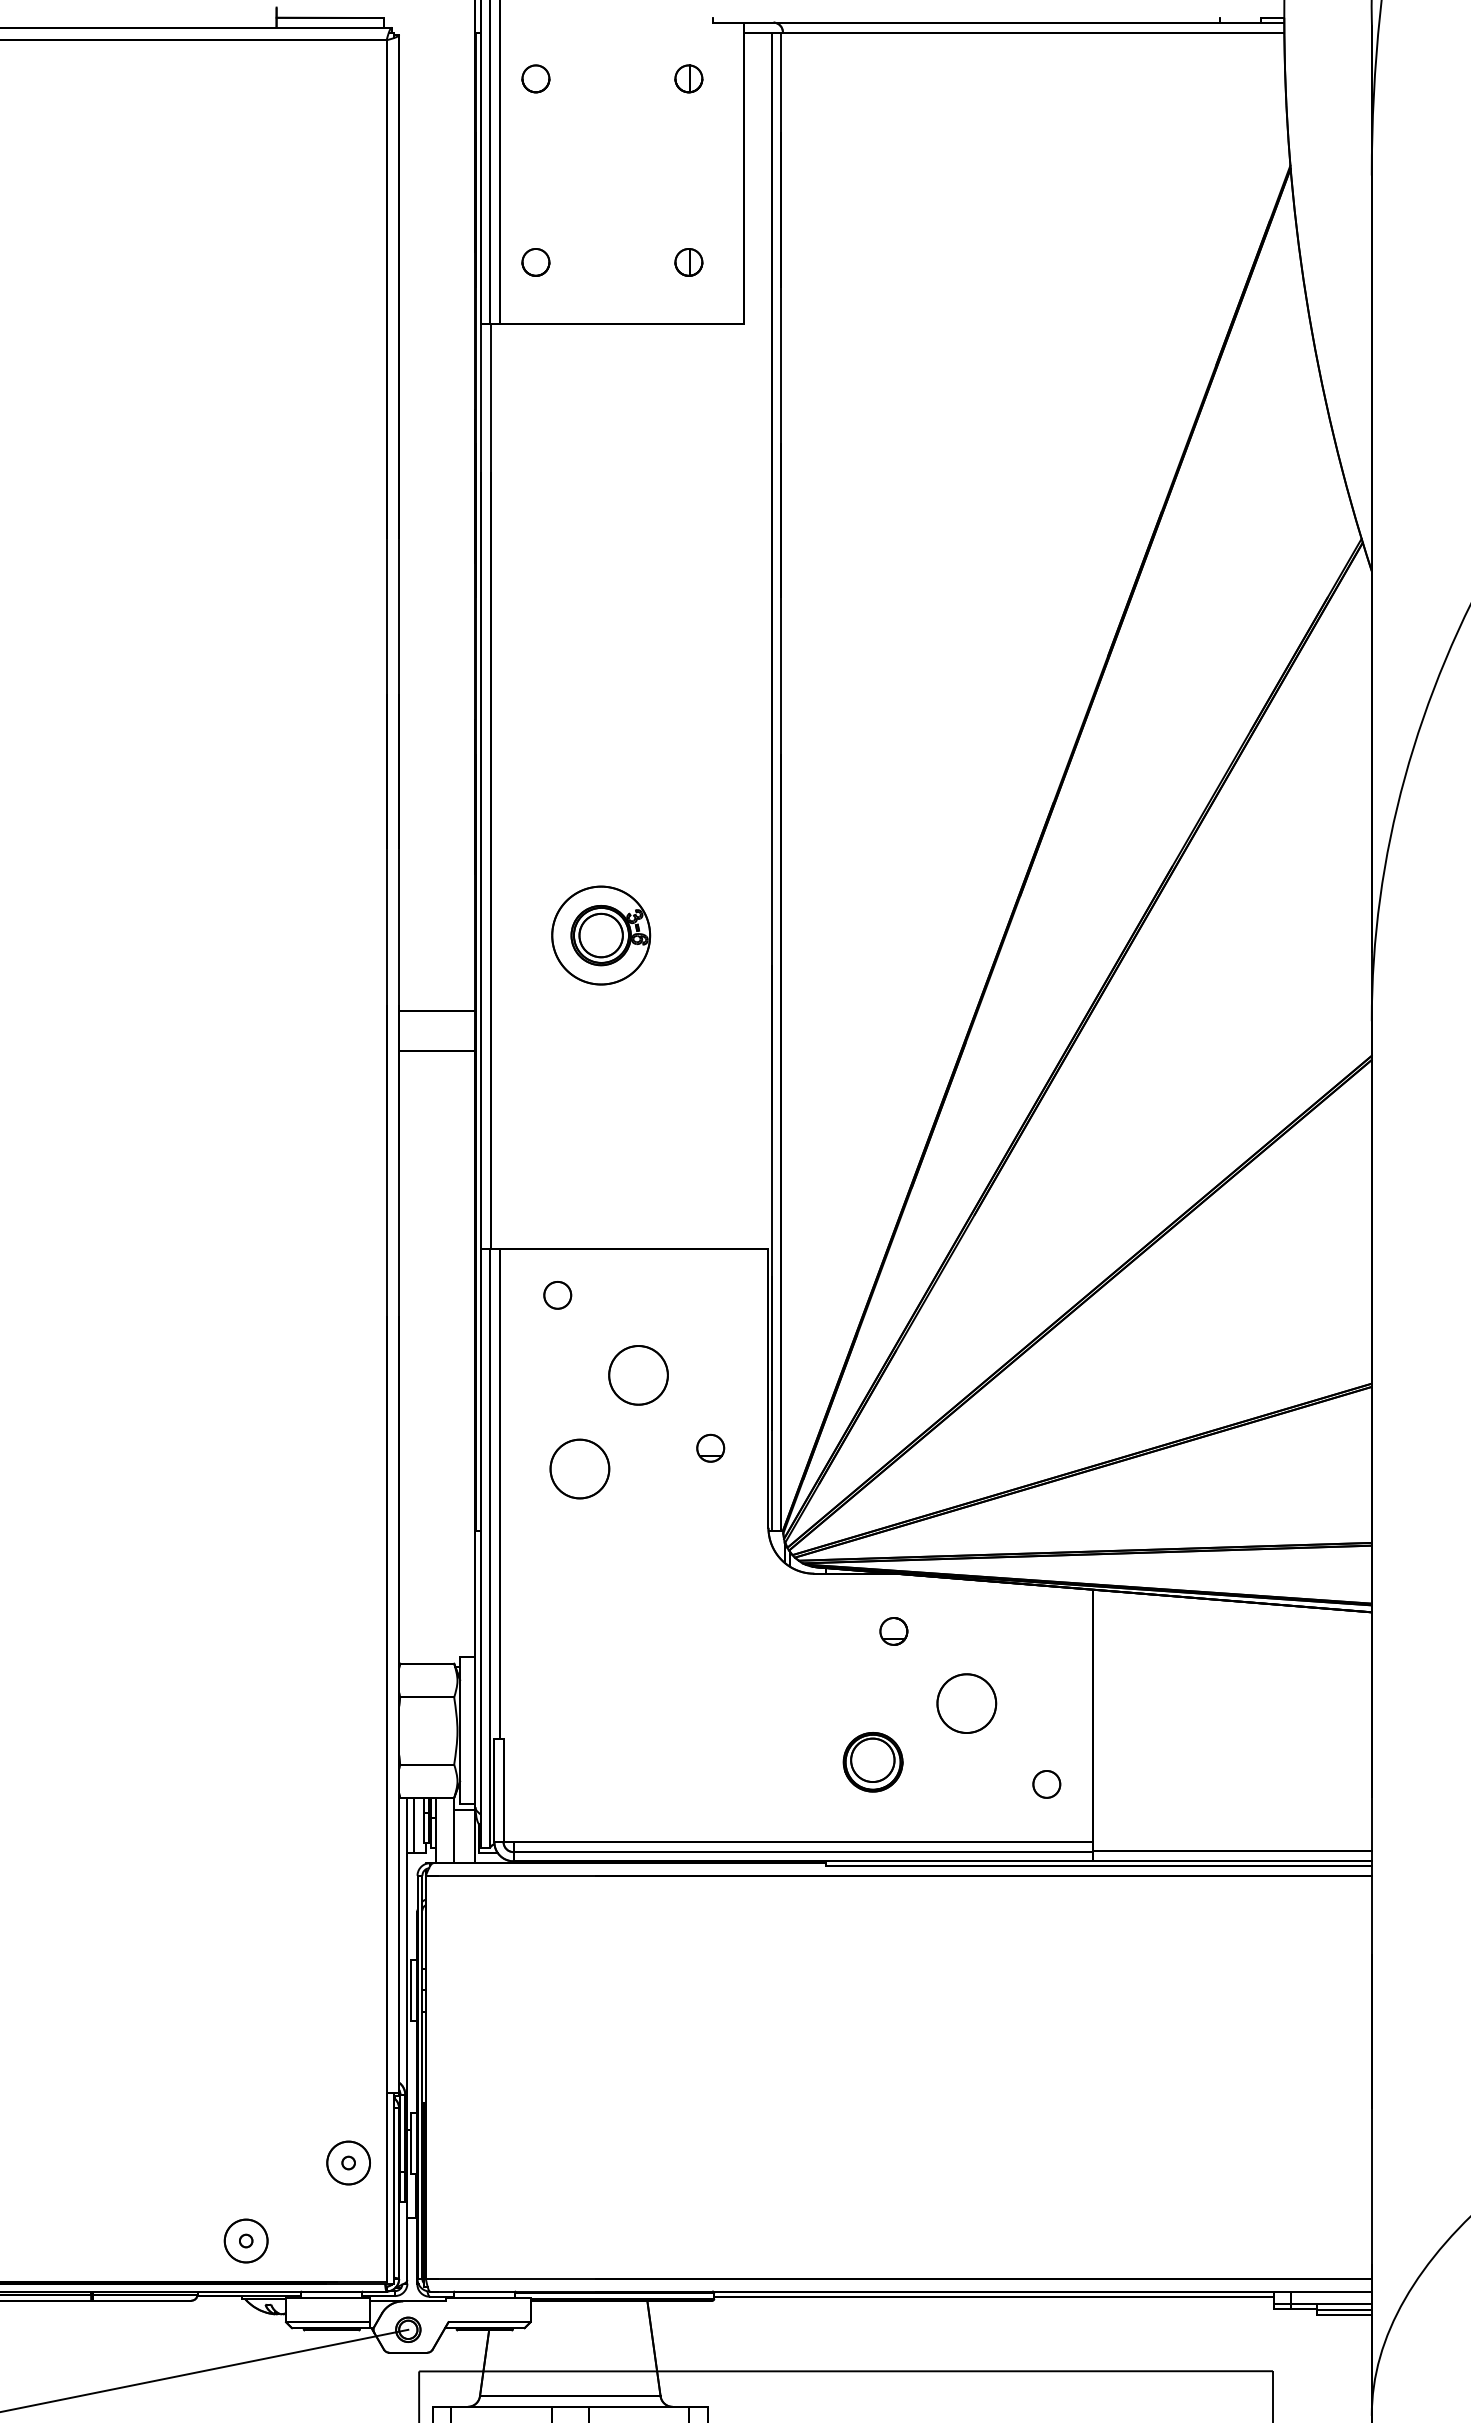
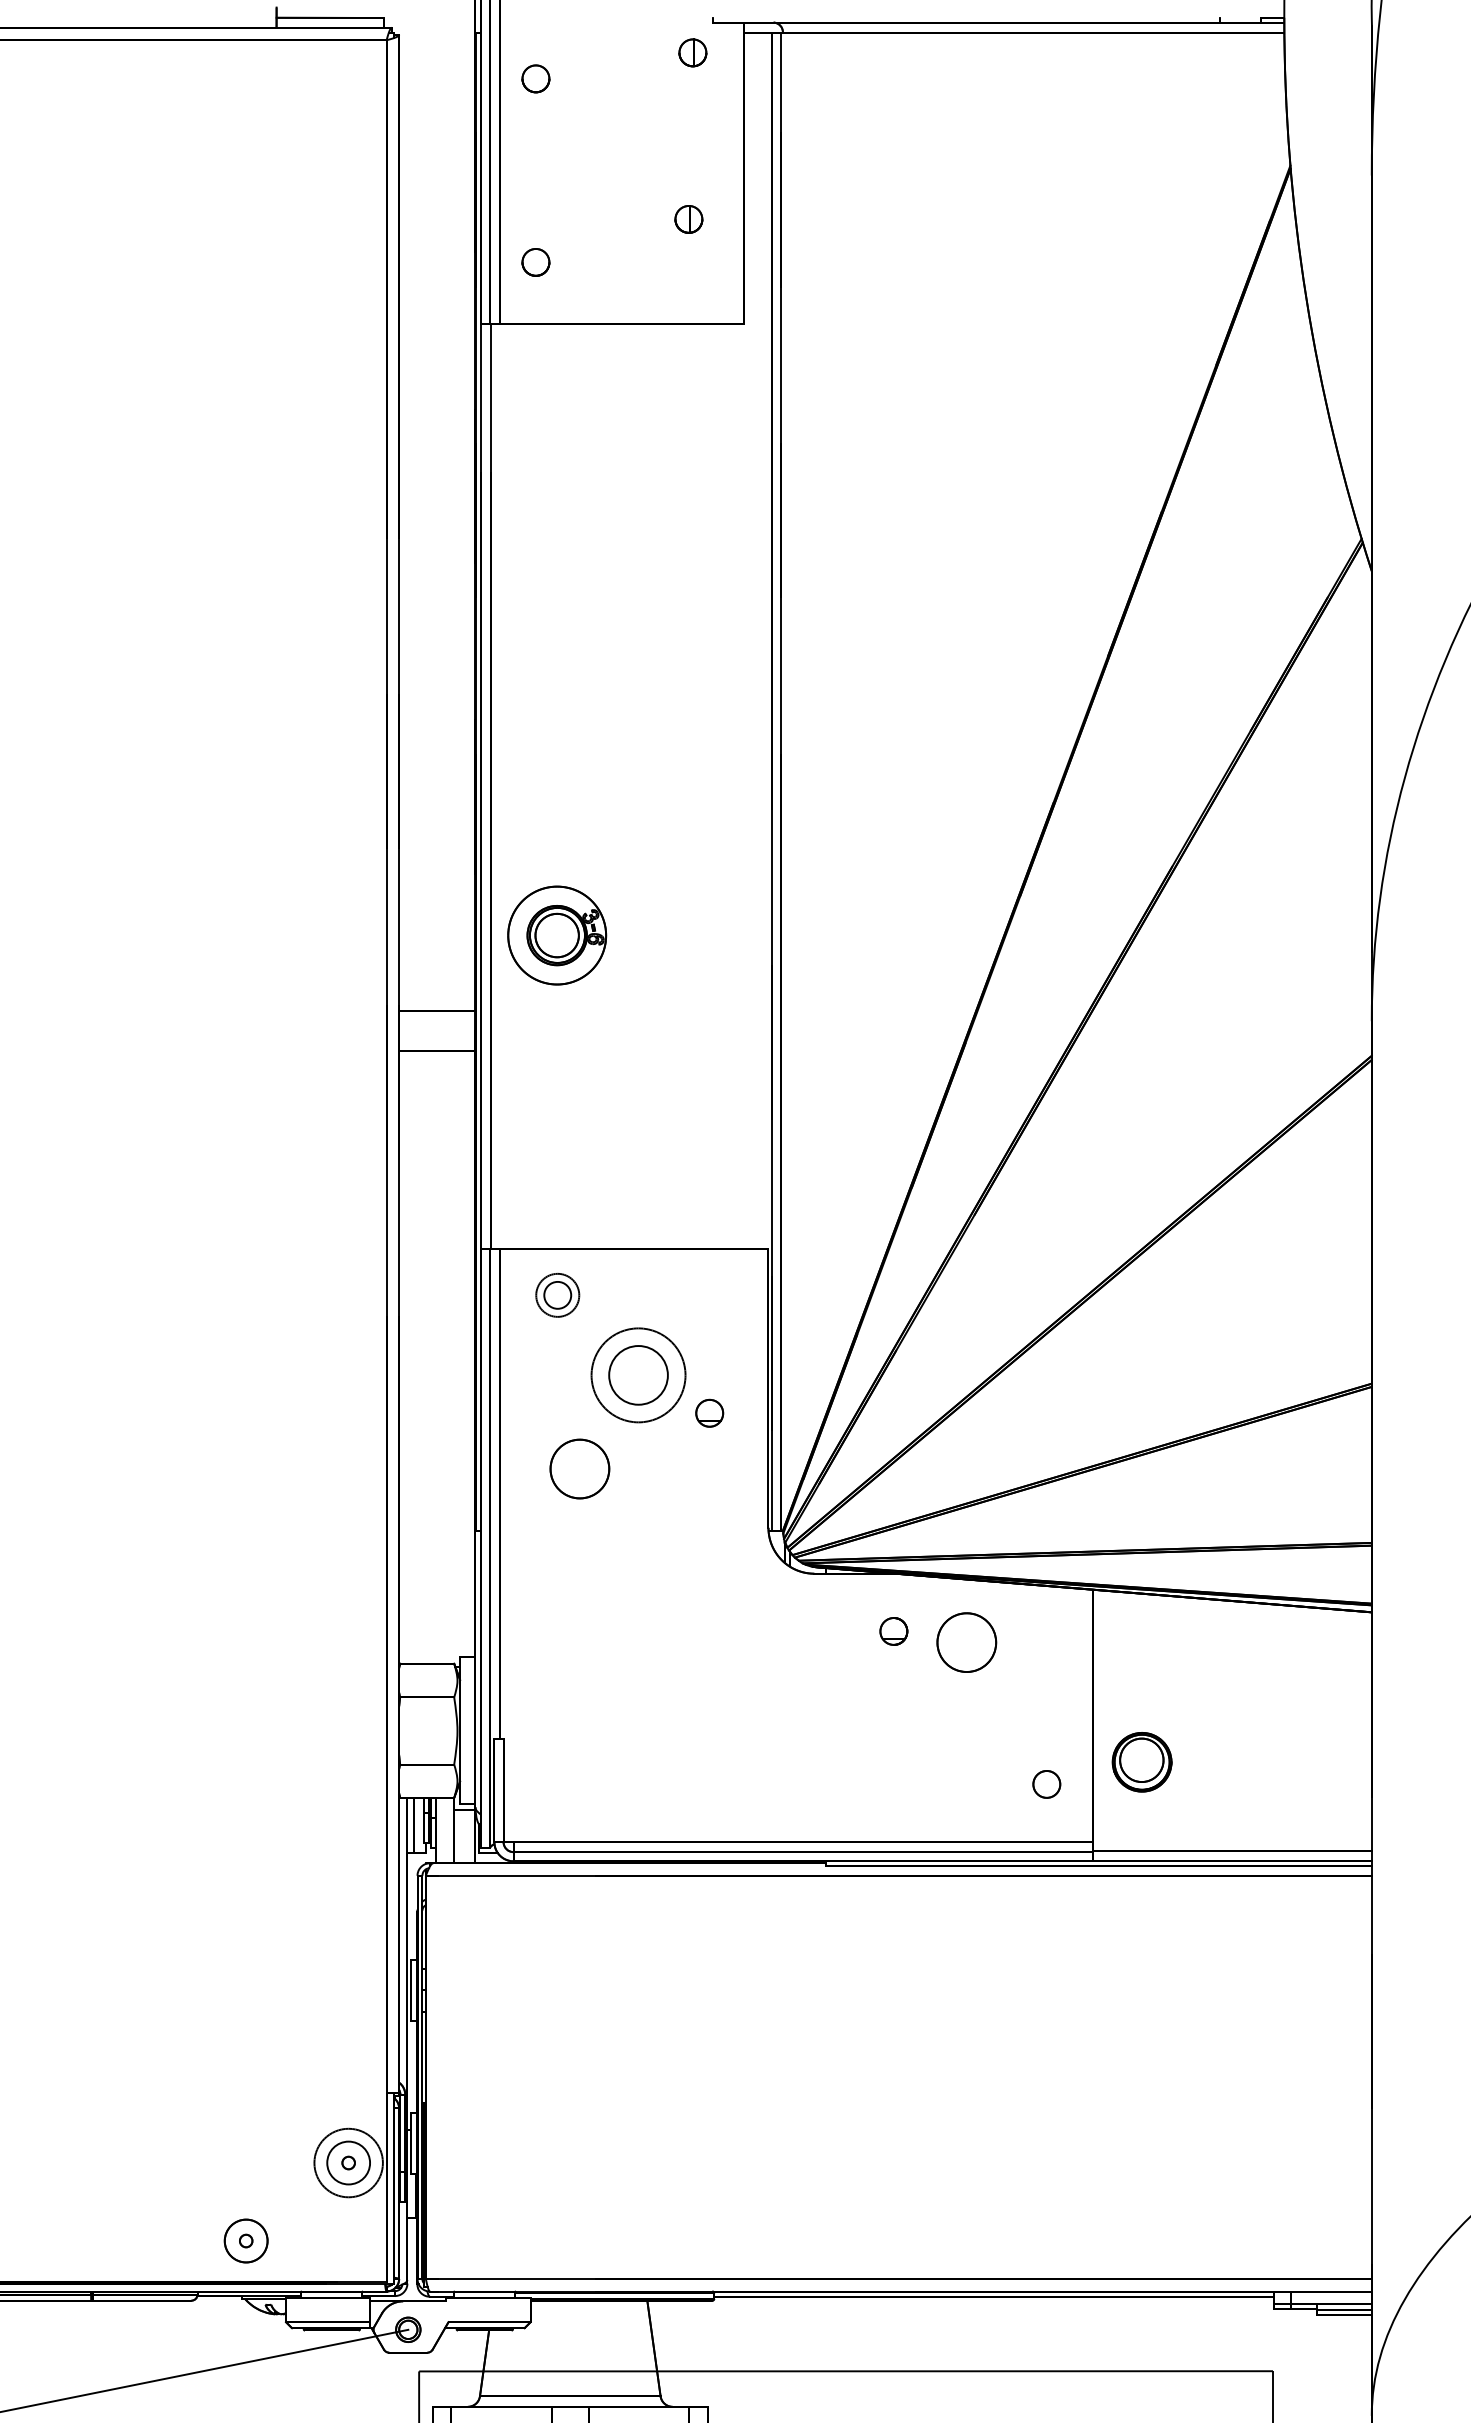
part at (688, 78) position: (688, 78) -> (692, 52)
part at (688, 262) position: (688, 262) -> (688, 219)
part at (601, 935) position: (601, 935) -> (557, 935)
circle at (557, 1294) diameter: 27 px -> 43 px
circle at (638, 1375) diameter: 59 px -> 94 px
part at (710, 1447) position: (710, 1447) -> (709, 1412)
part at (966, 1703) position: (966, 1703) -> (966, 1642)
part at (872, 1762) position: (872, 1762) -> (1141, 1762)
circle at (348, 2162) diameter: 43 px -> 69 px
